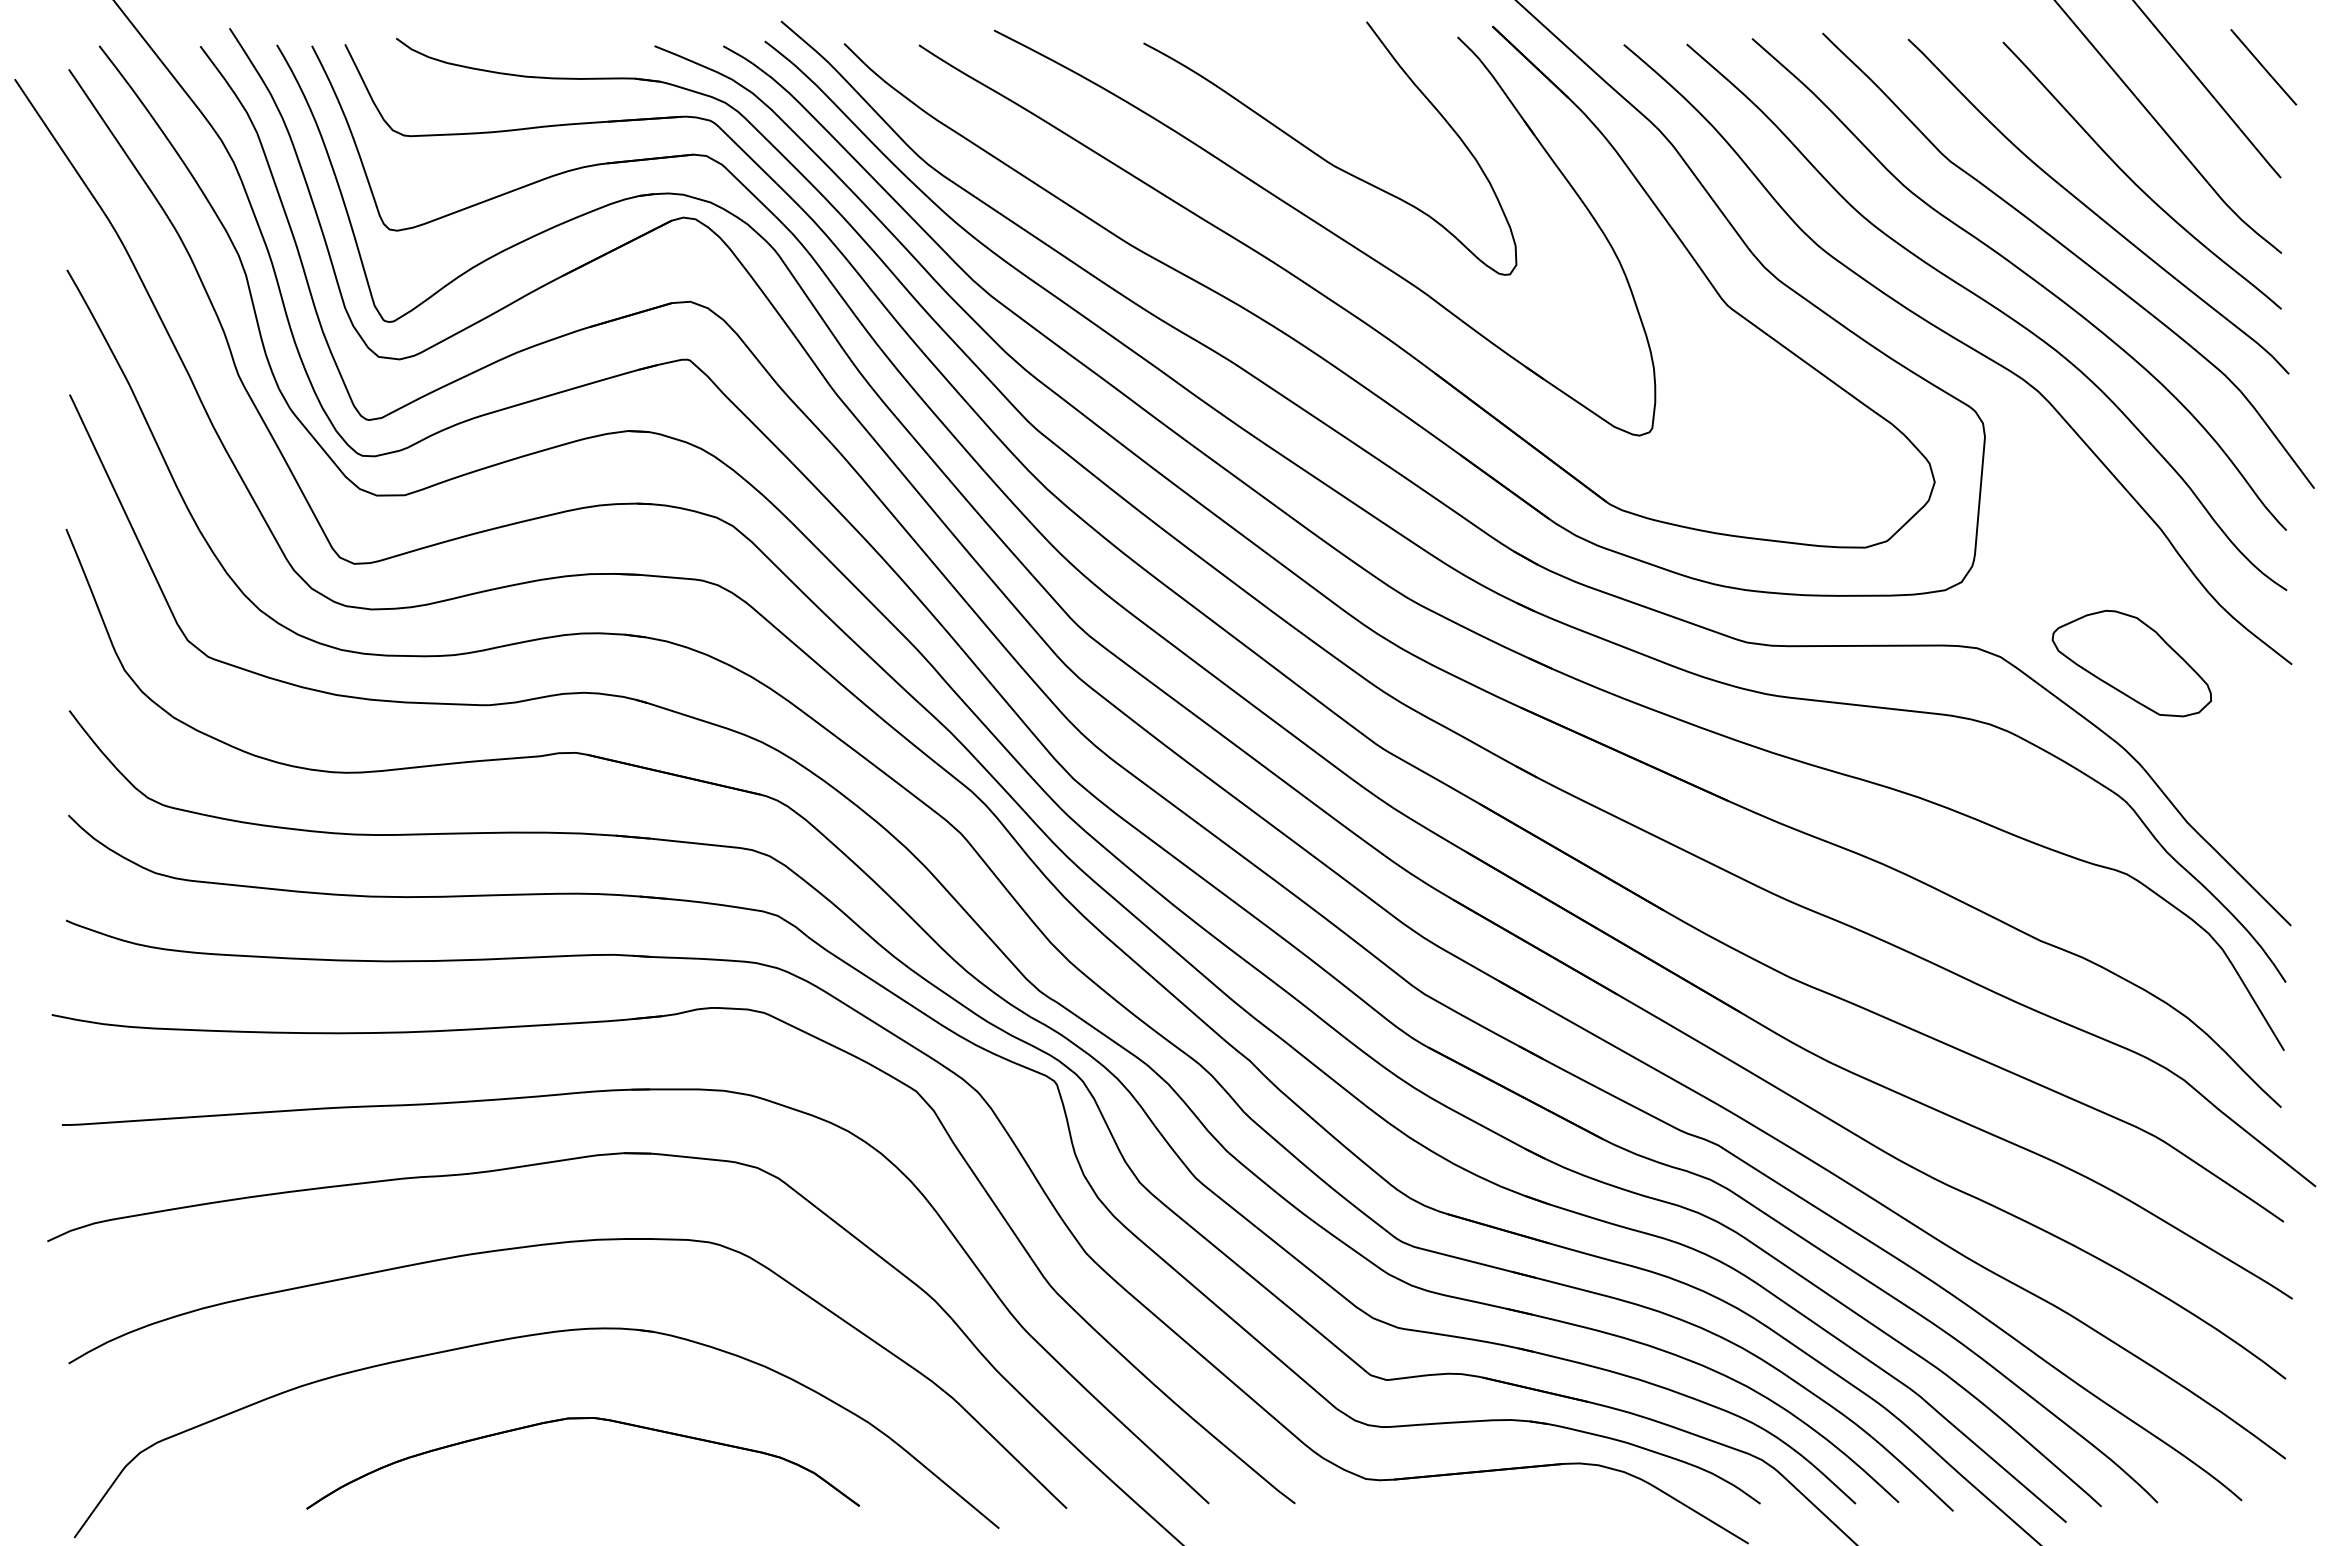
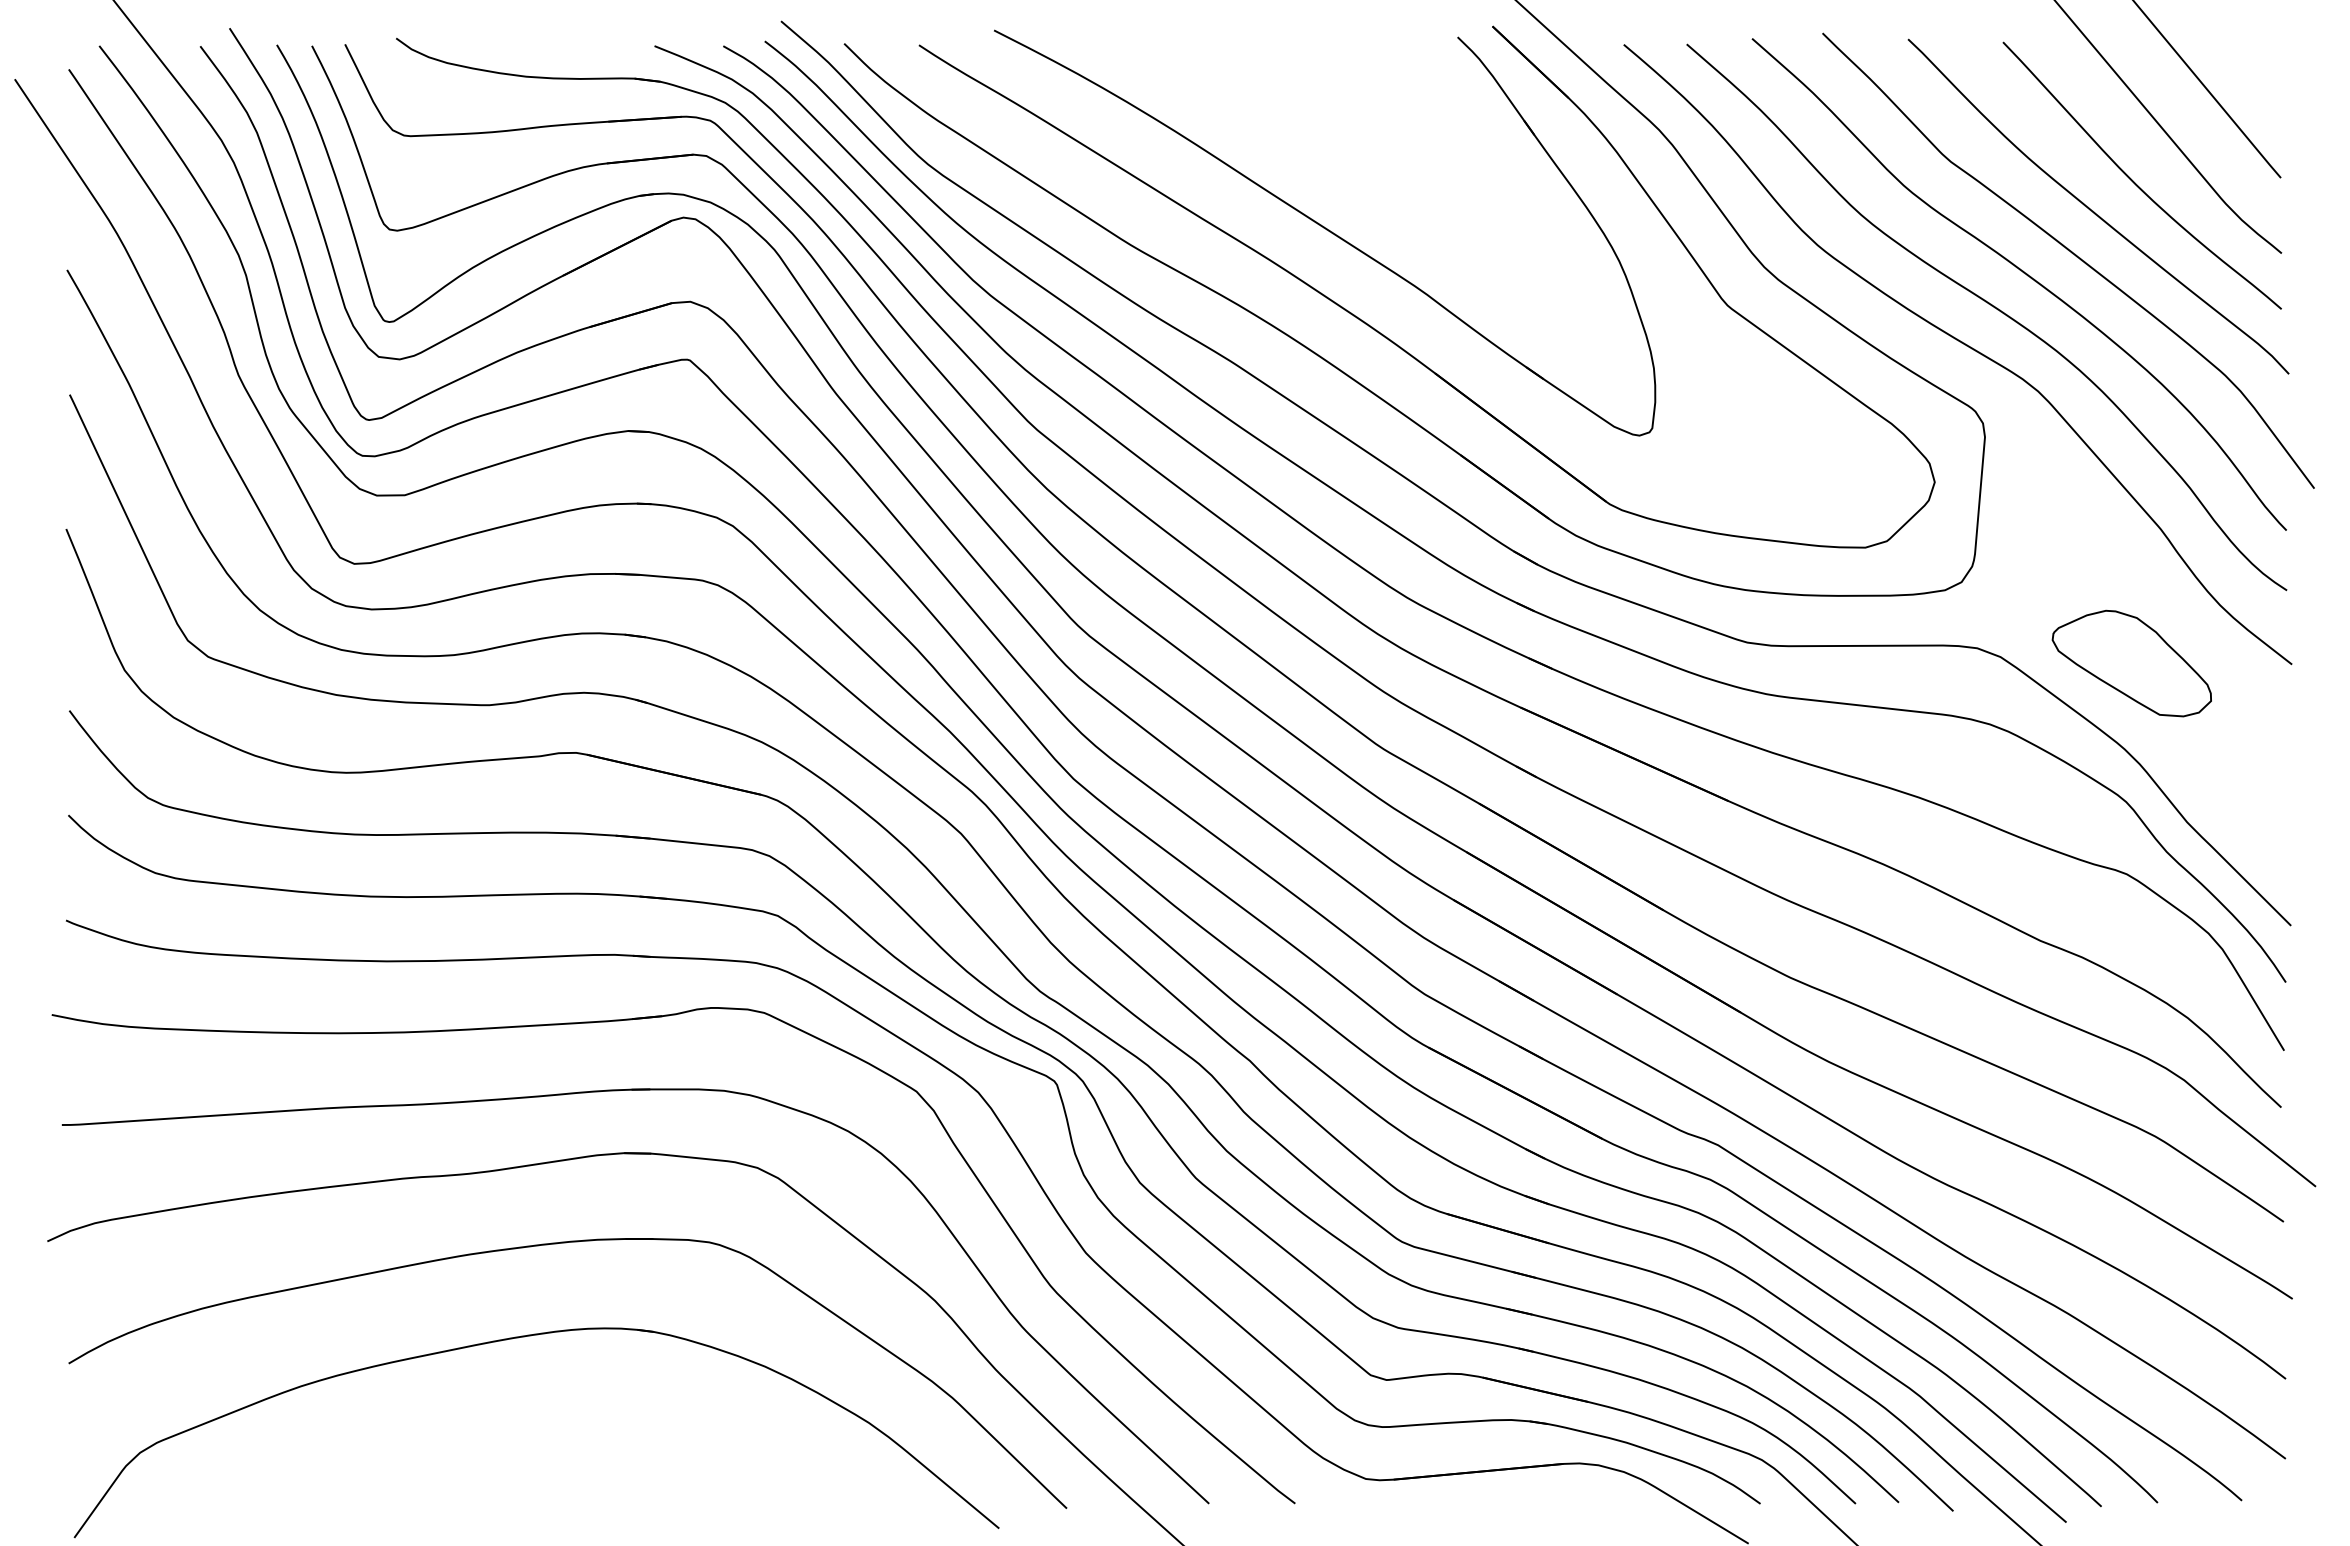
line at (2263, 67): present -> none
curve at (1324, 158): present -> none
part at (583, 1419): present -> none
